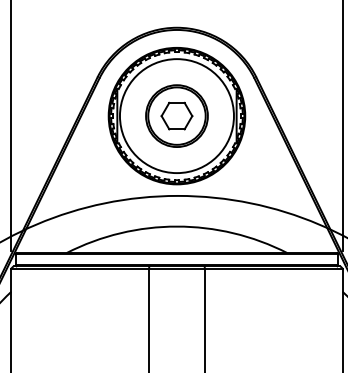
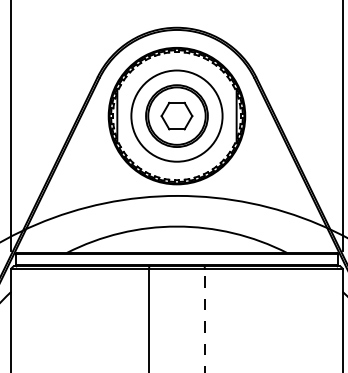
circle at (176, 116) diameter: 114 px -> 91 px
line at (204, 320): solid -> dashed
